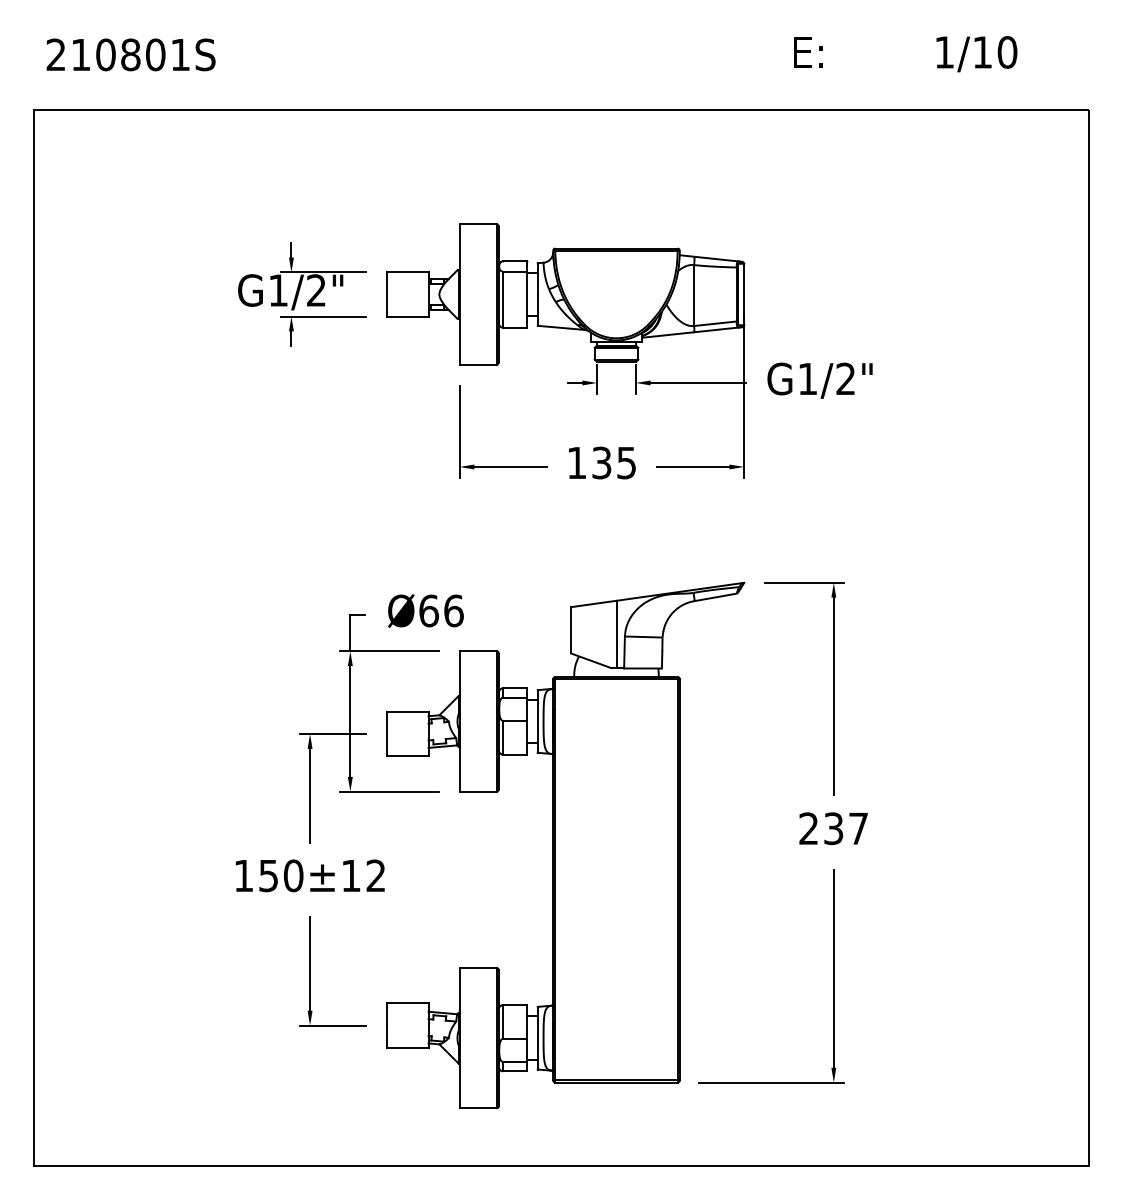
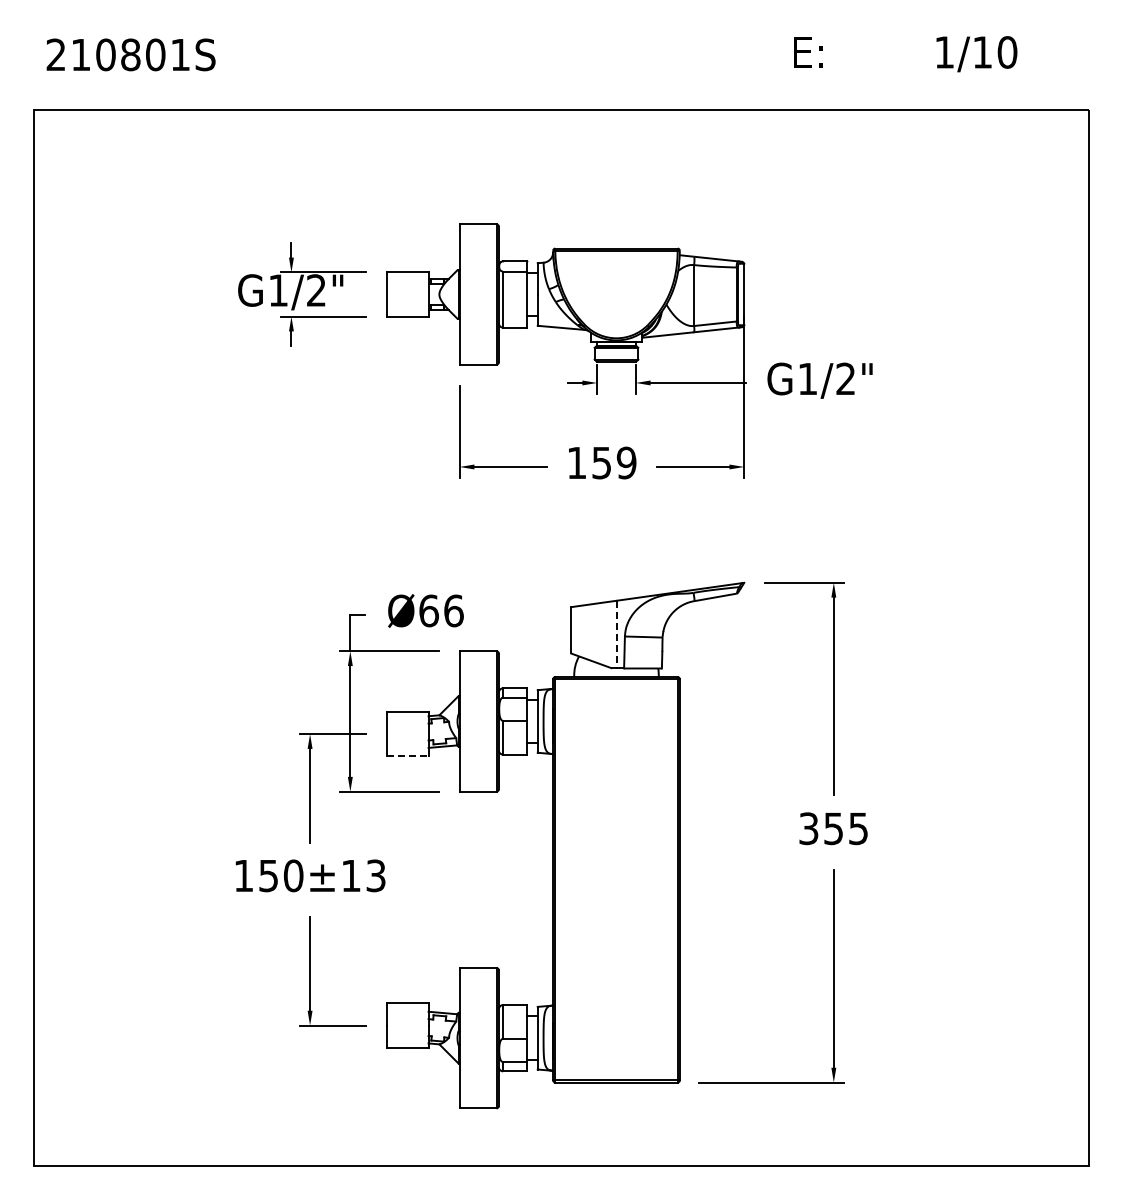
text at (614, 462): 135 -> 159
line at (617, 634): solid -> dashed
line at (408, 756): solid -> dashed
text at (833, 828): 237 -> 355
text at (375, 875): 150±12 -> 150±13
